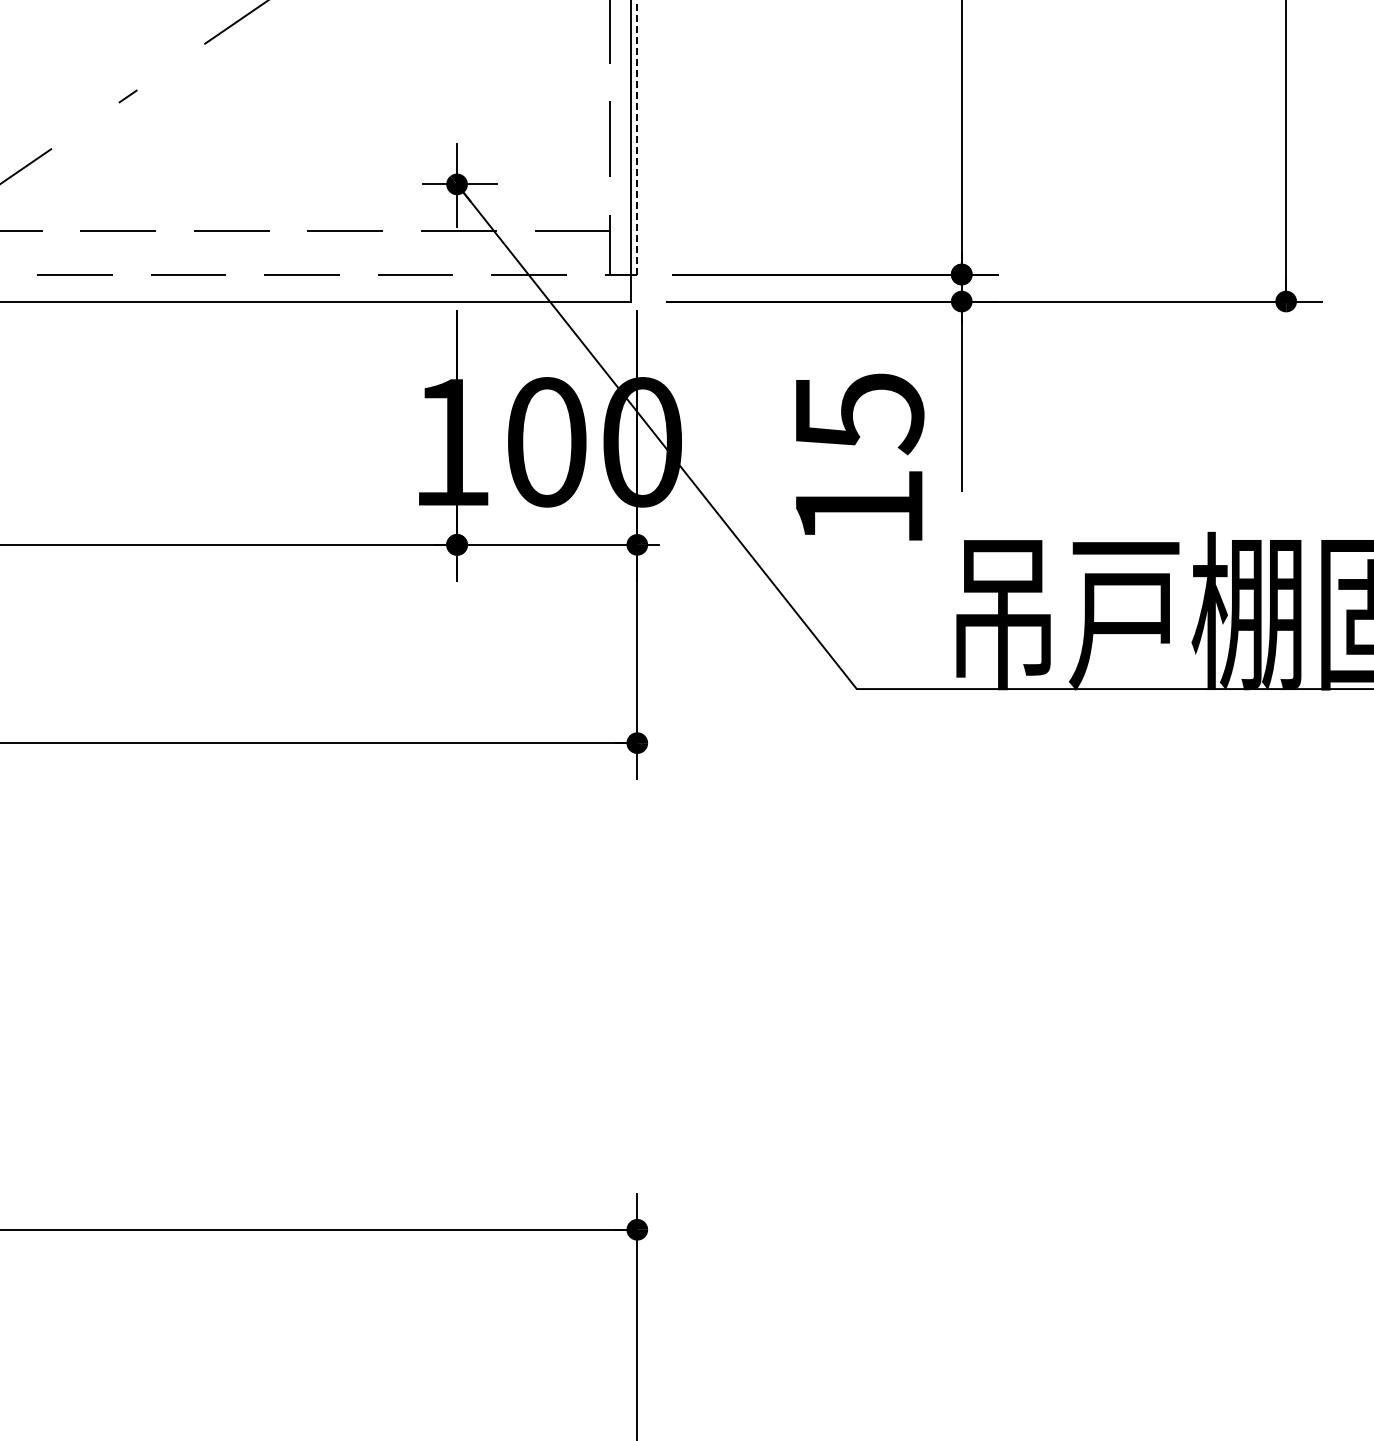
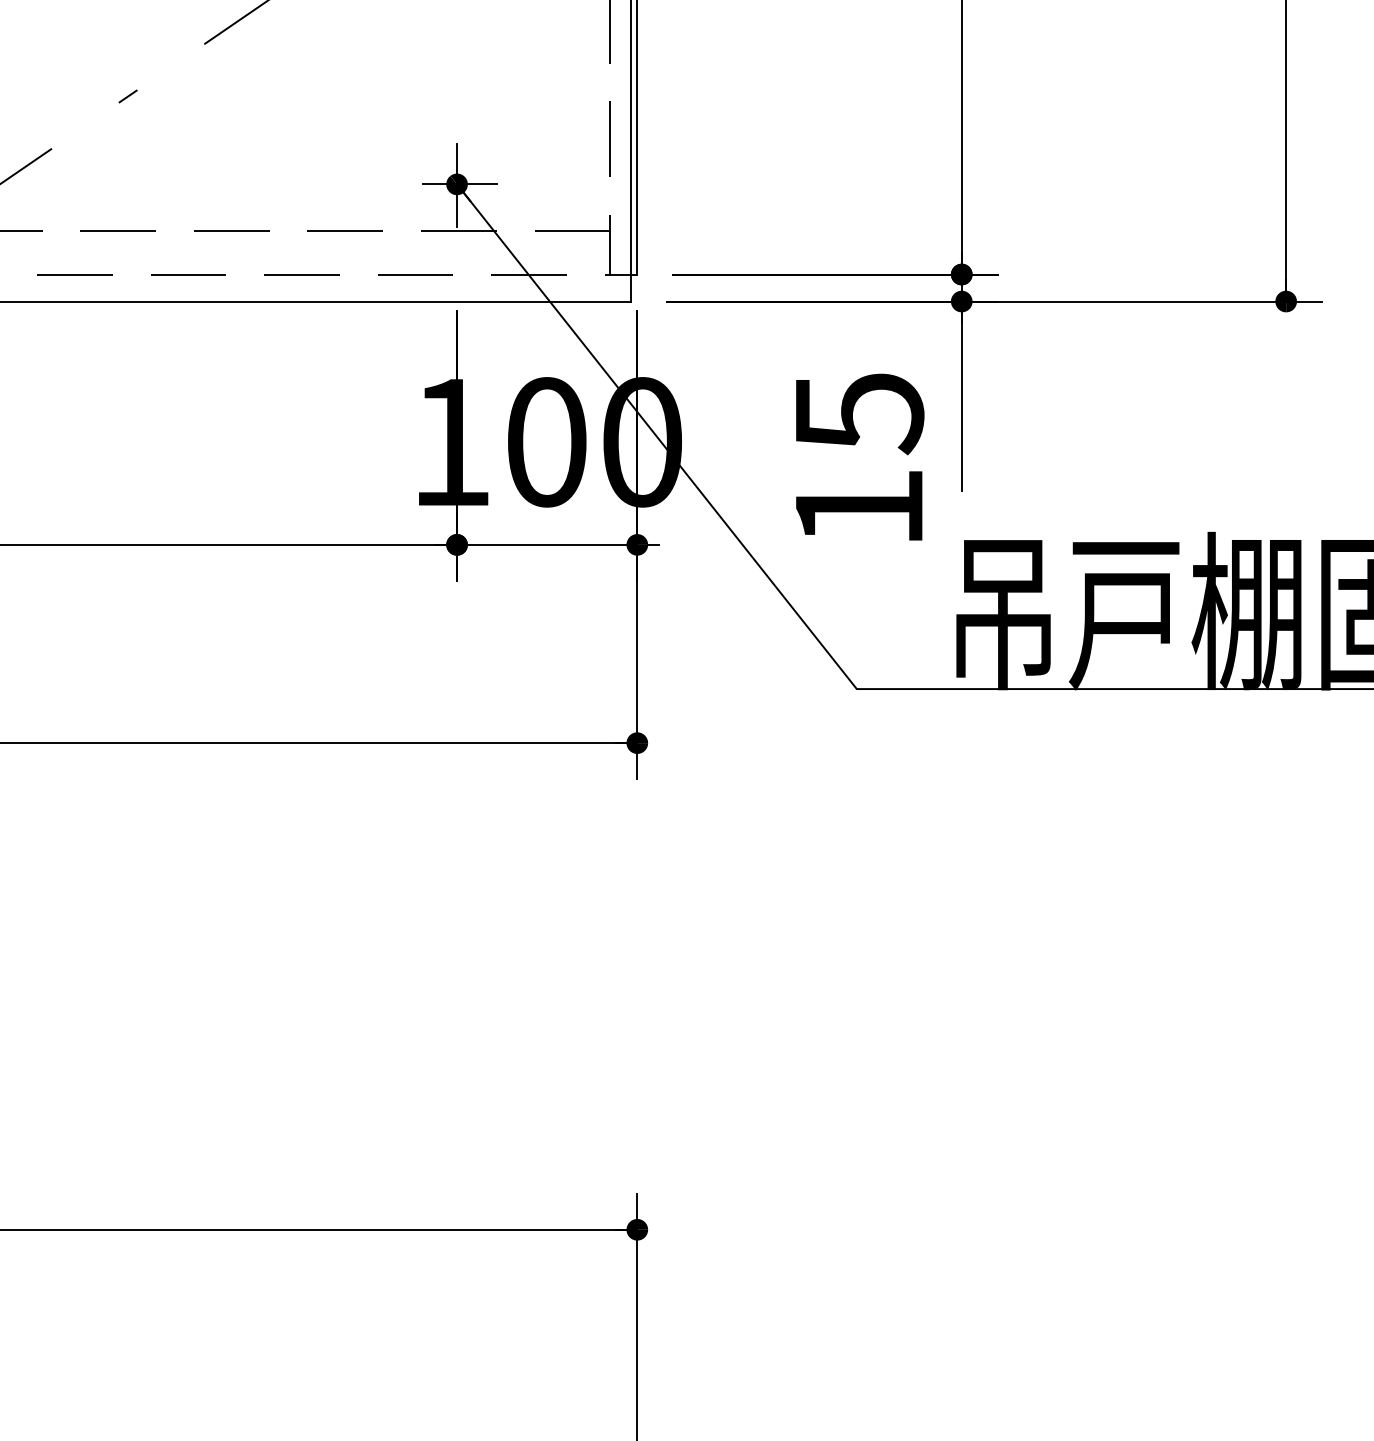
line at (637, 137): dashed -> solid
